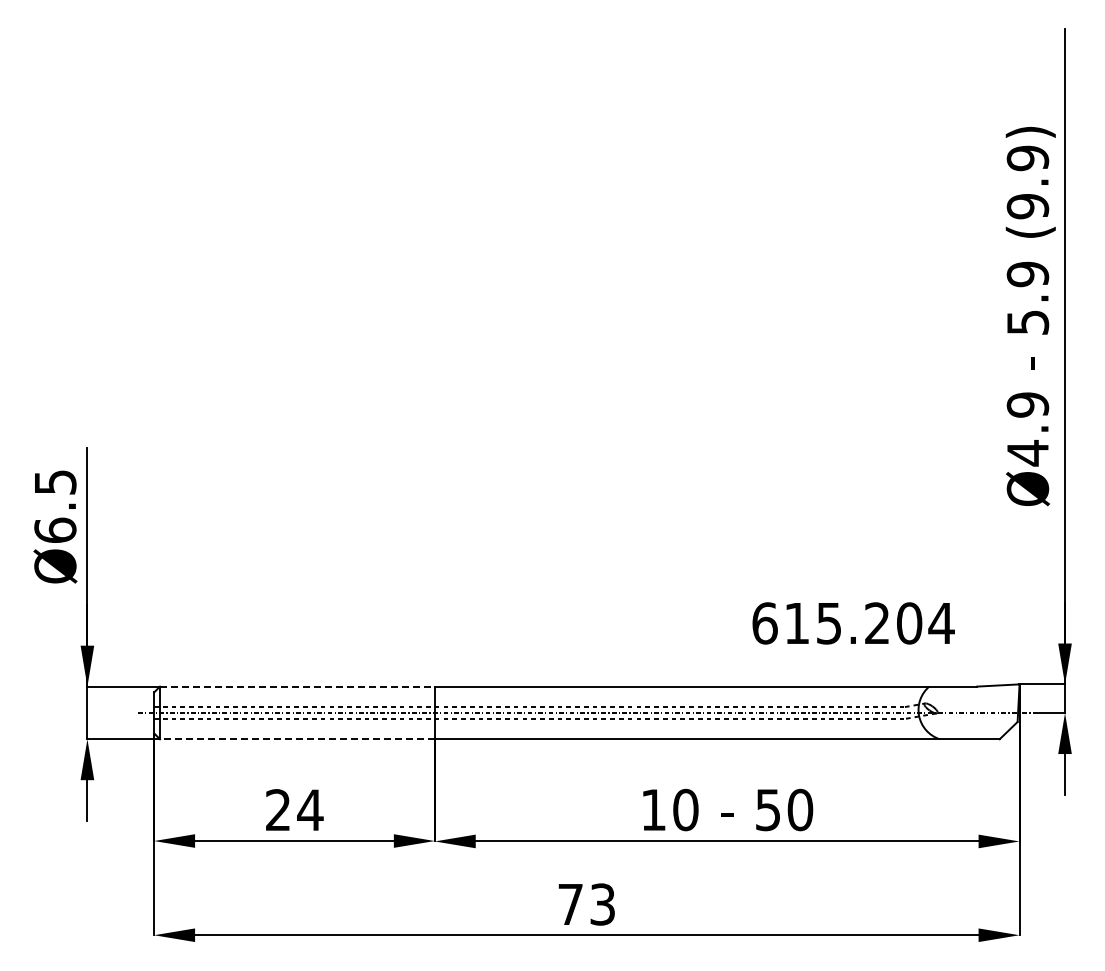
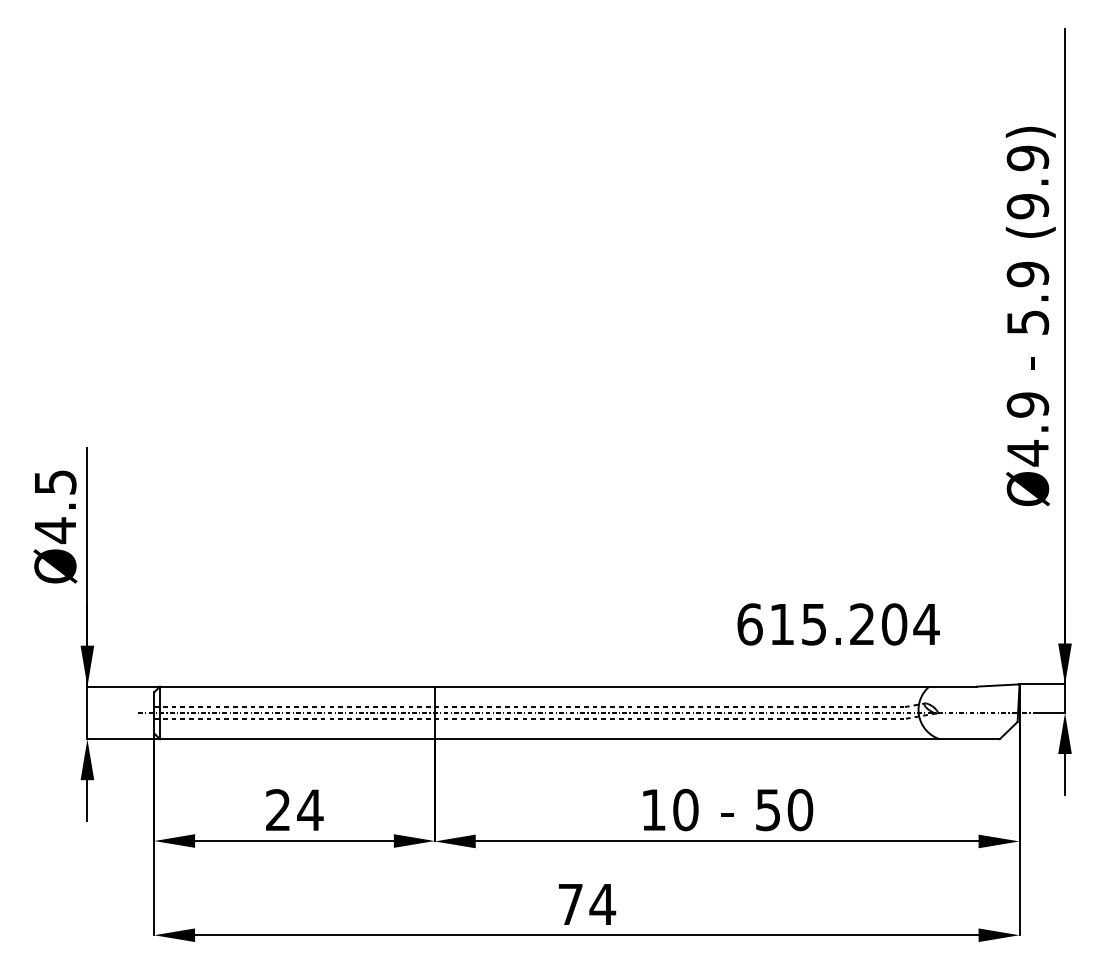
text at (55, 530): Ø6.5 -> Ø4.5
text at (853, 623) position: (853, 623) -> (838, 624)
line at (297, 686): dashed -> solid
line at (296, 739): dashed -> solid
text at (602, 904): 73 -> 74
